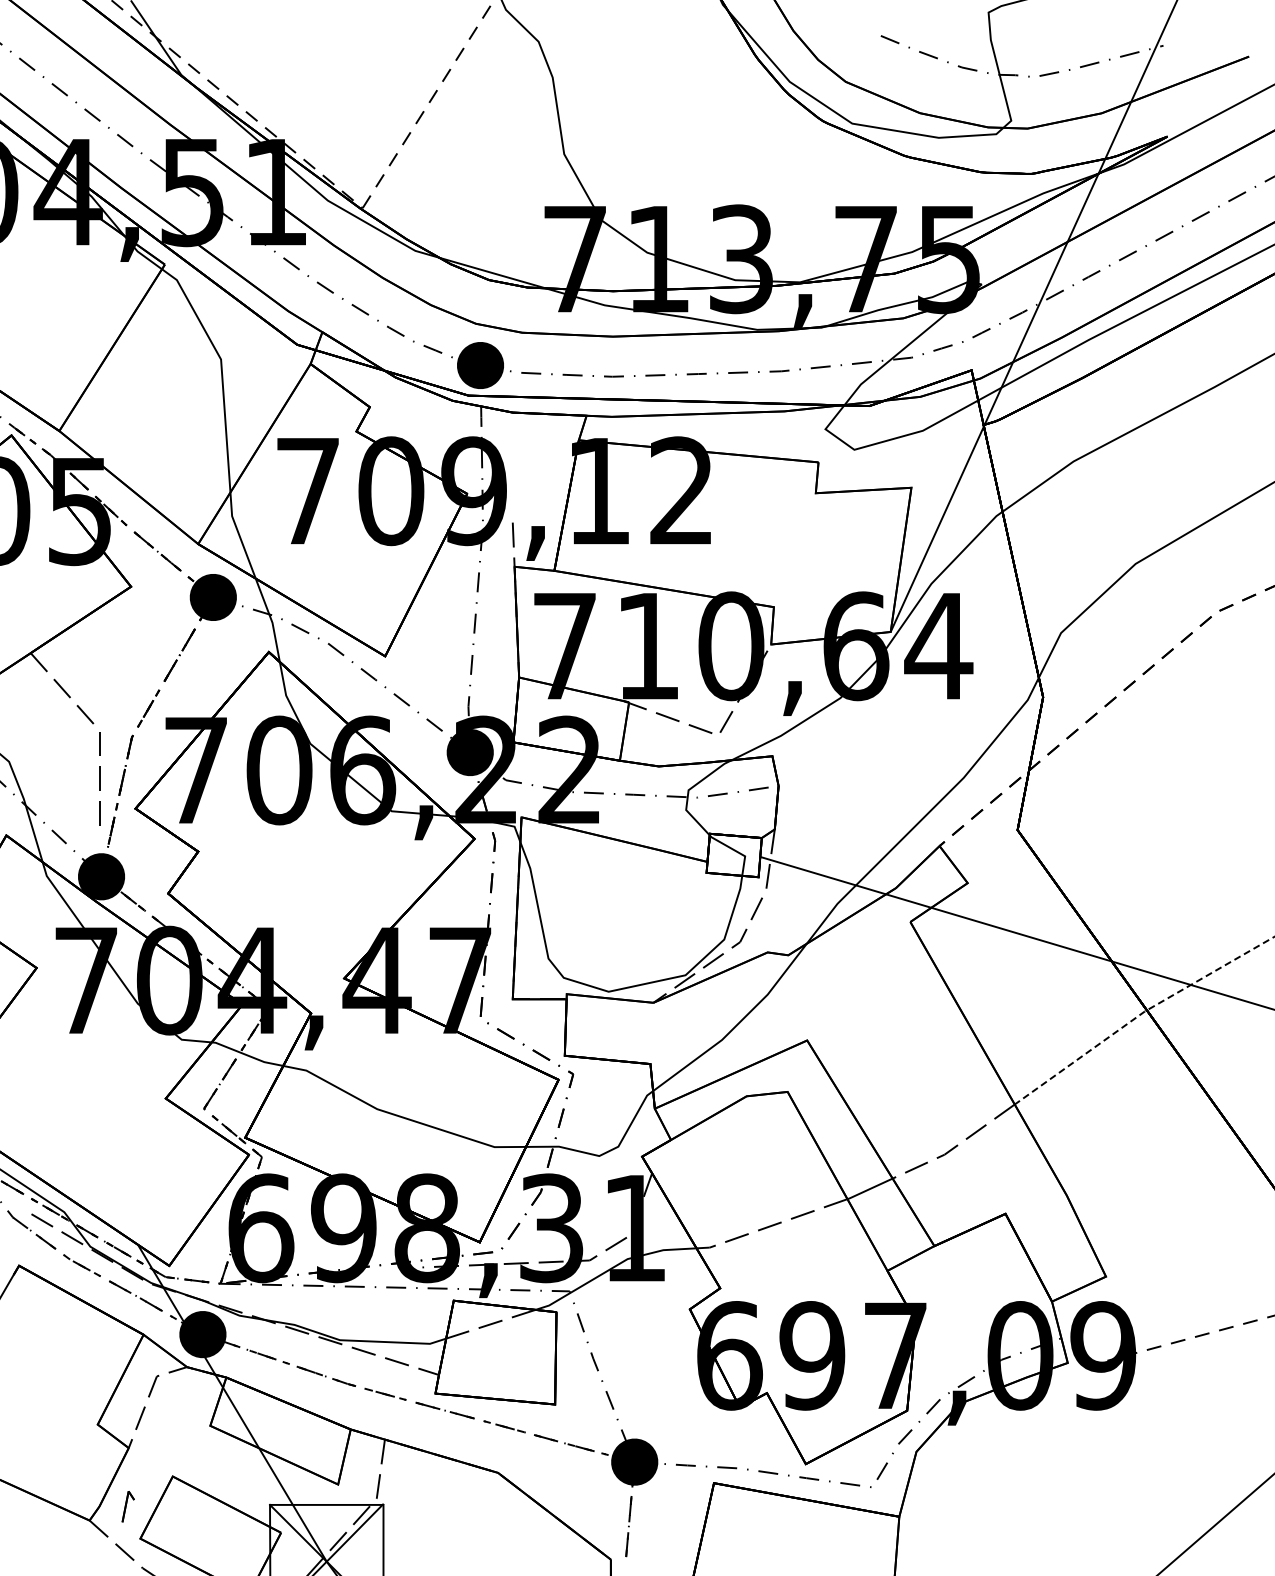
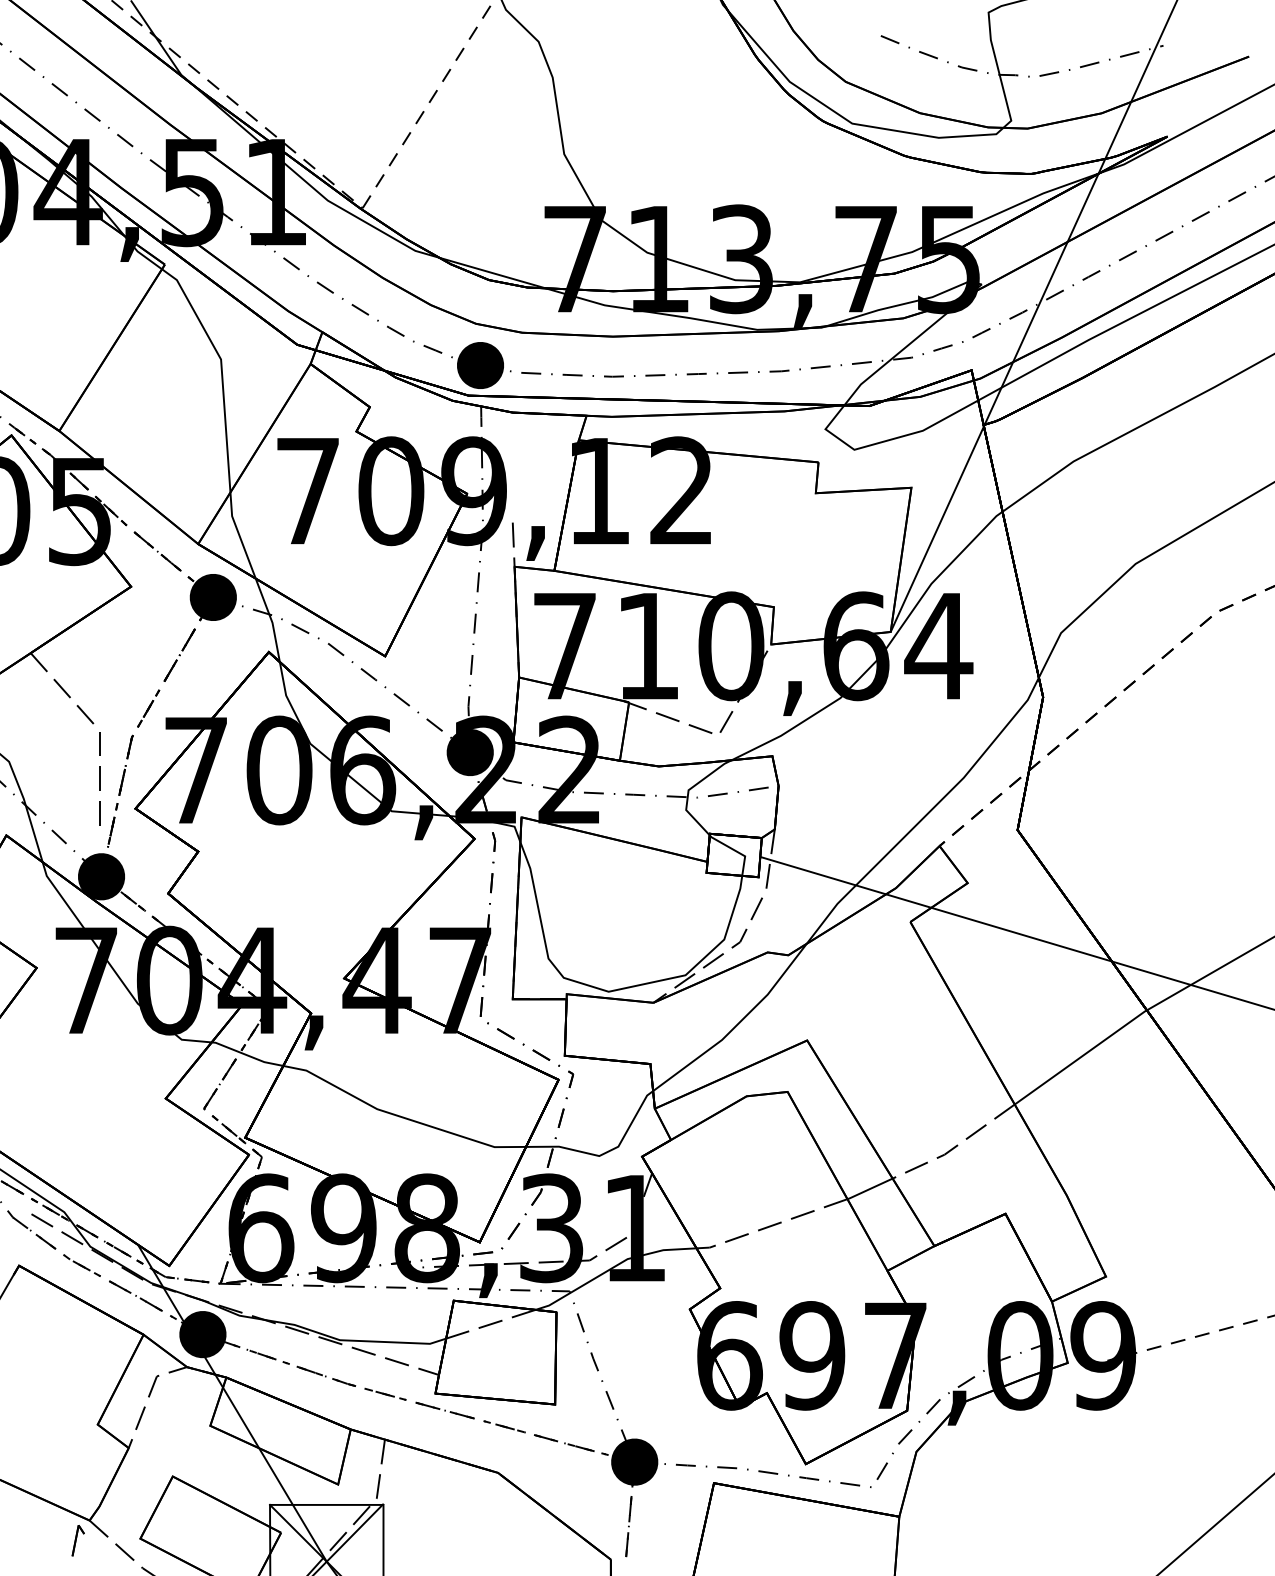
line at (1140, 1014): dashed -> solid
part at (127, 1506) position: (127, 1506) -> (77, 1540)
